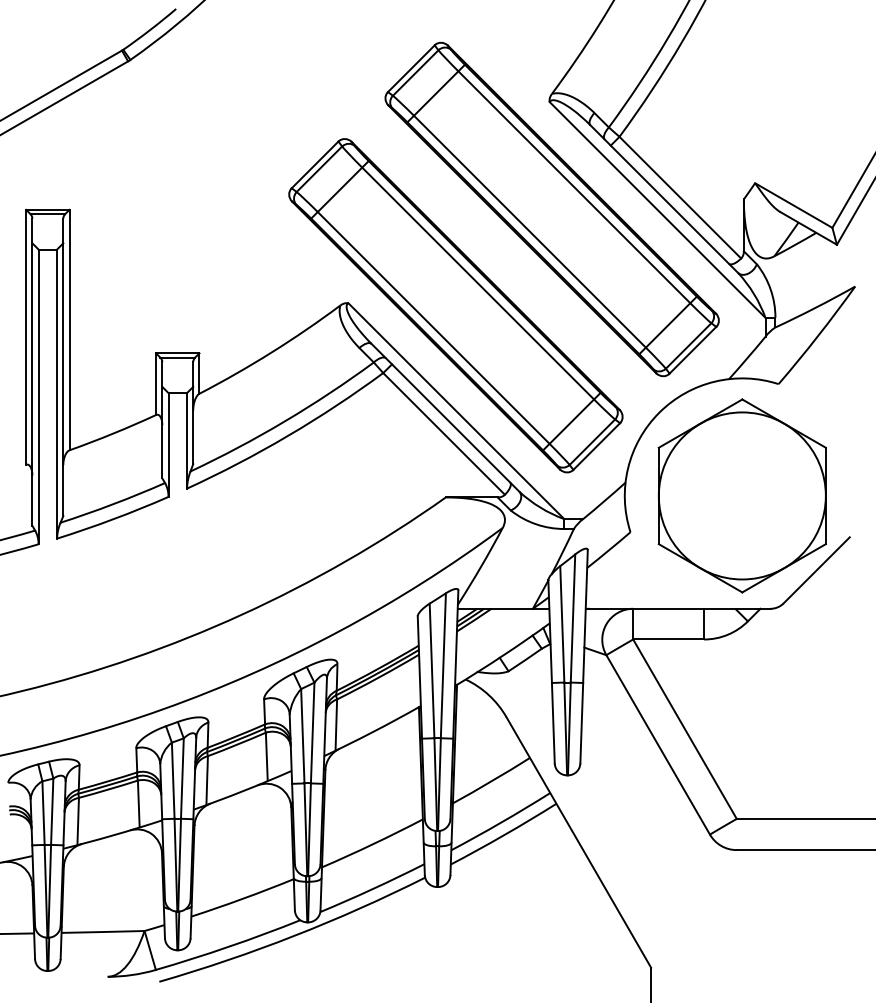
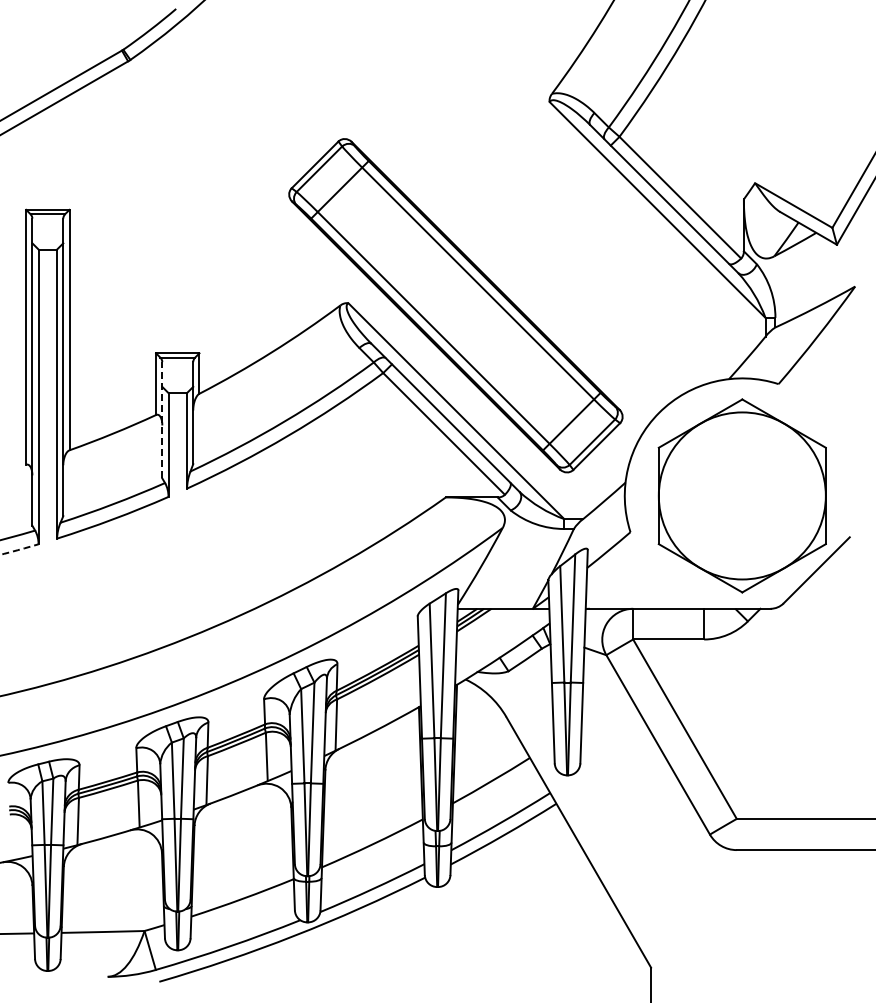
part at (551, 209): present -> none
line at (162, 419): solid -> dashed
arc at (19, 549): solid -> dashed
